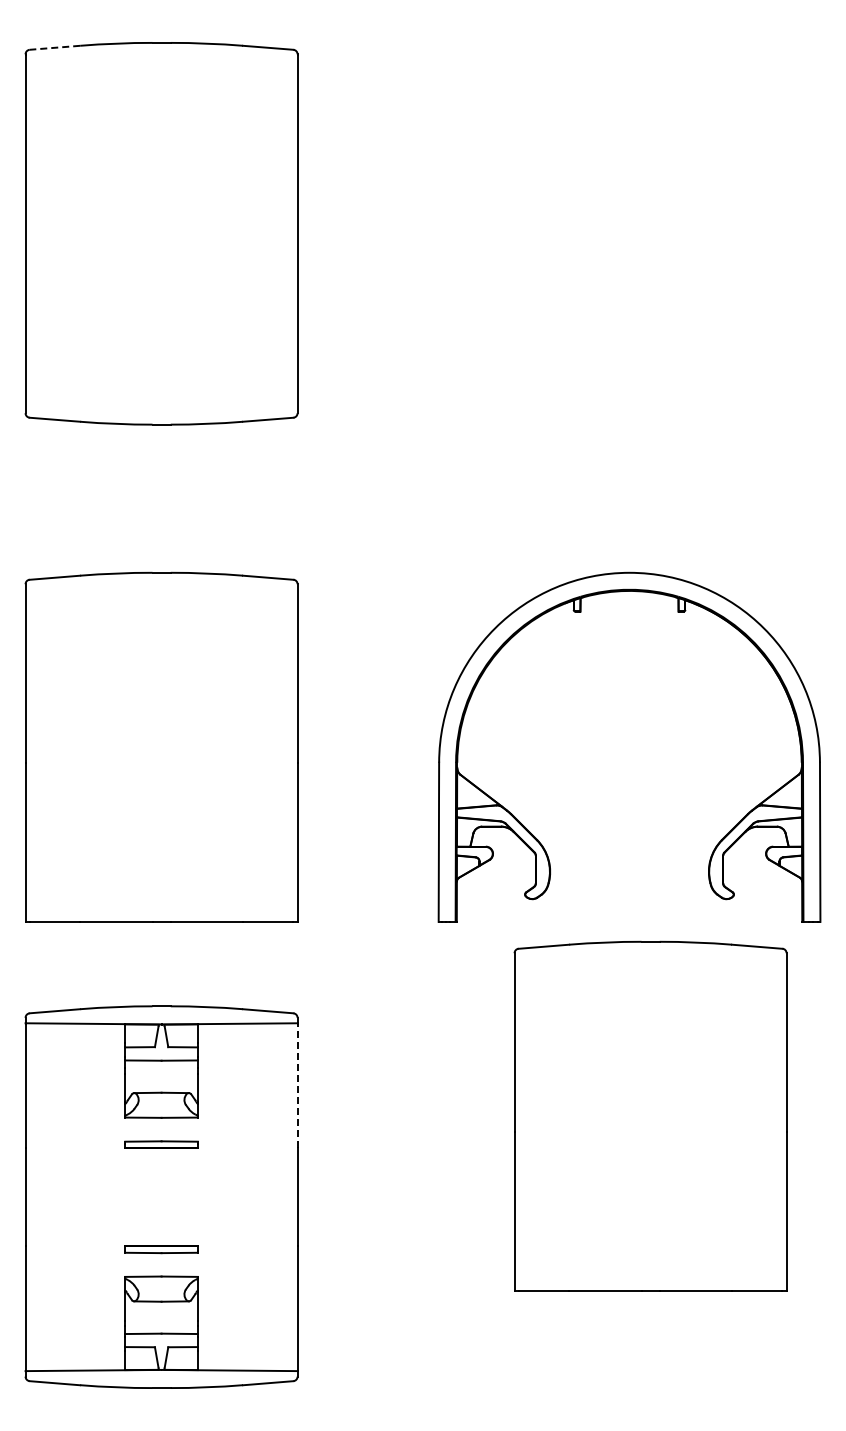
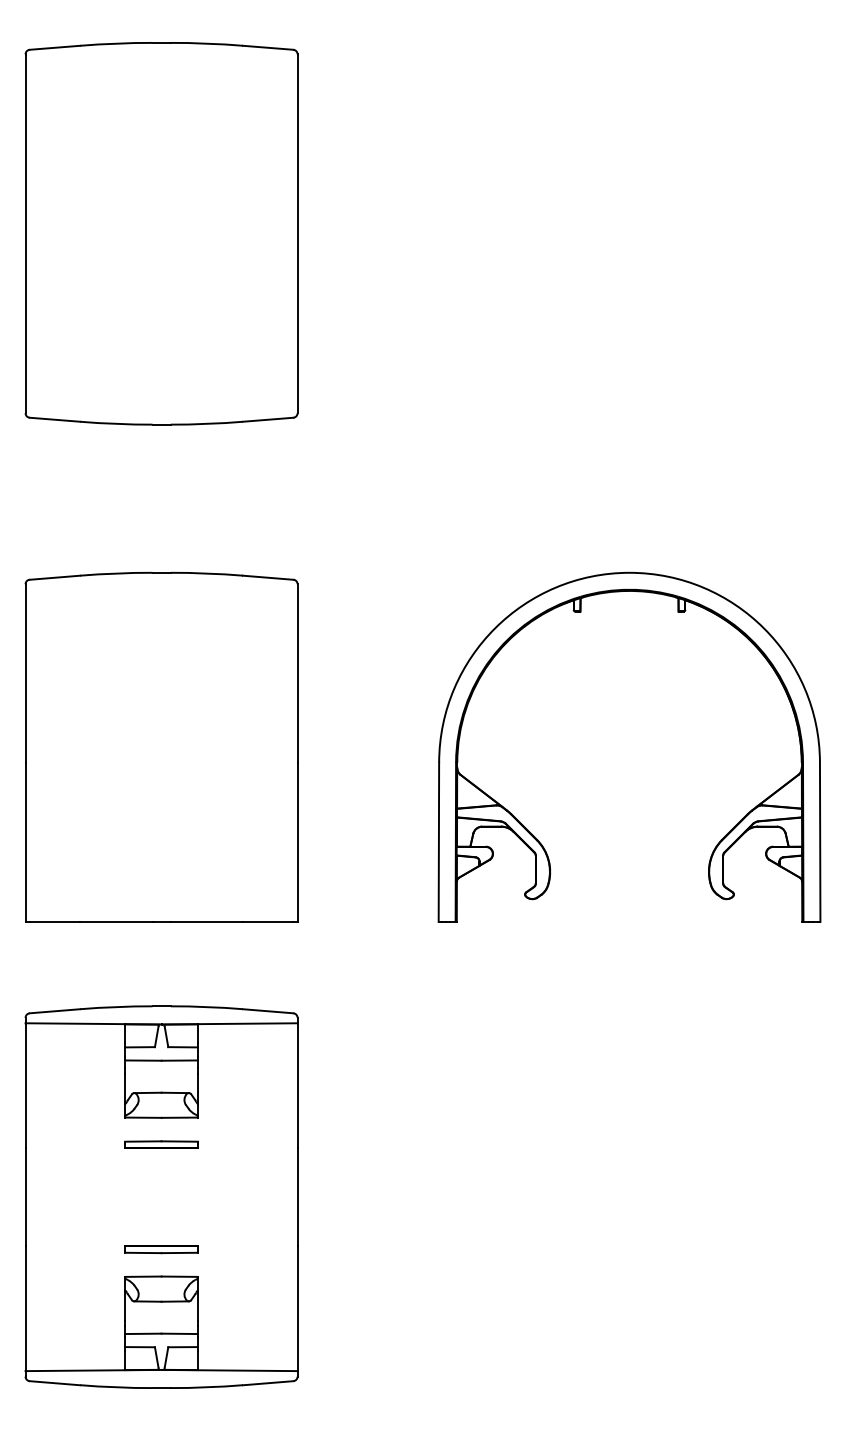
line at (54, 47): dashed -> solid
line at (297, 1085): dashed -> solid
part at (650, 1115): present -> none
